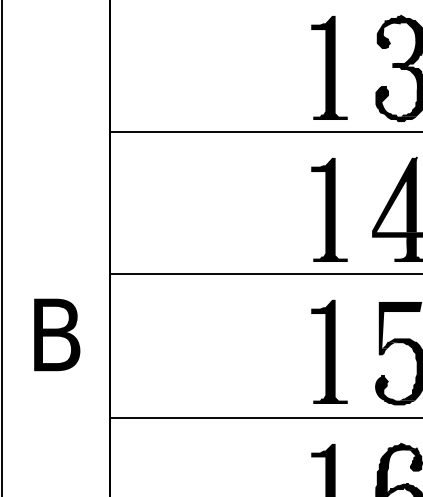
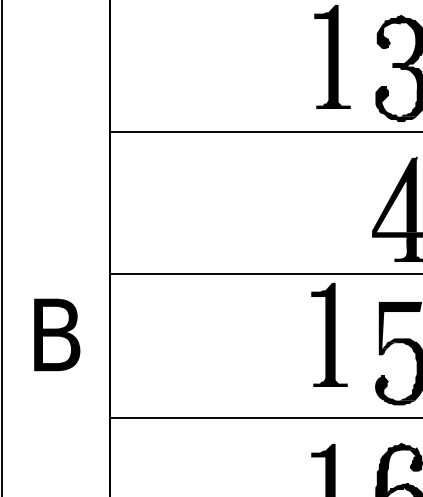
part at (329, 67) position: (329, 67) -> (332, 56)
fill at (329, 209): present -> none
part at (329, 351) position: (329, 351) -> (329, 334)
